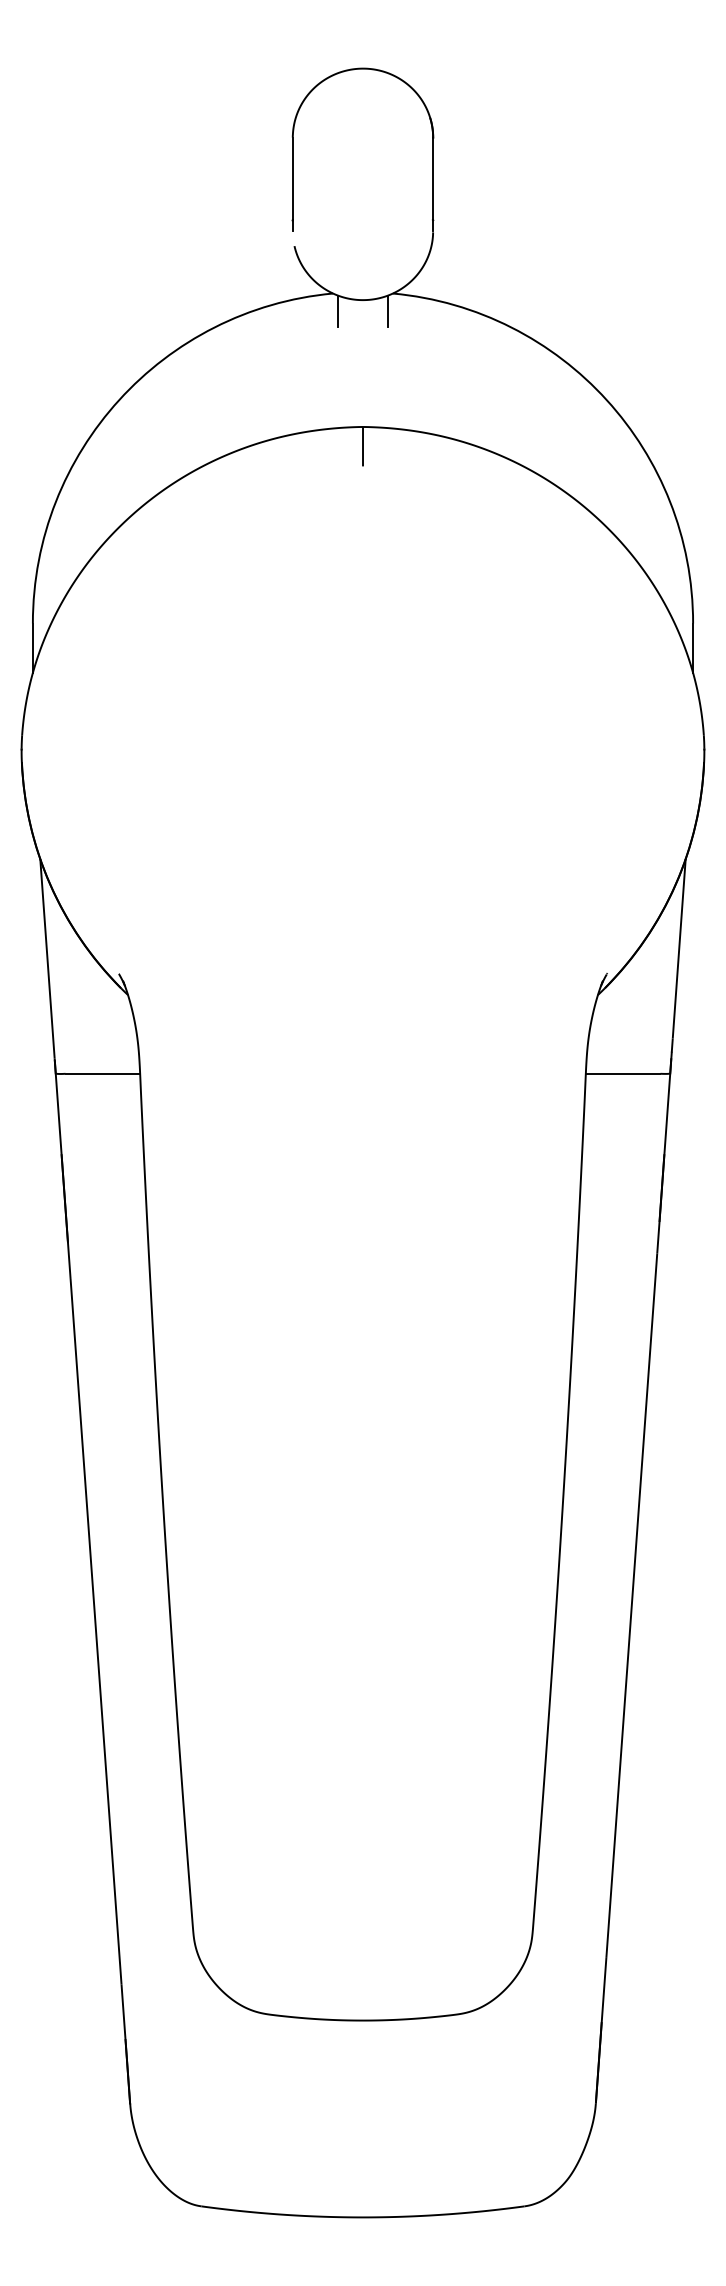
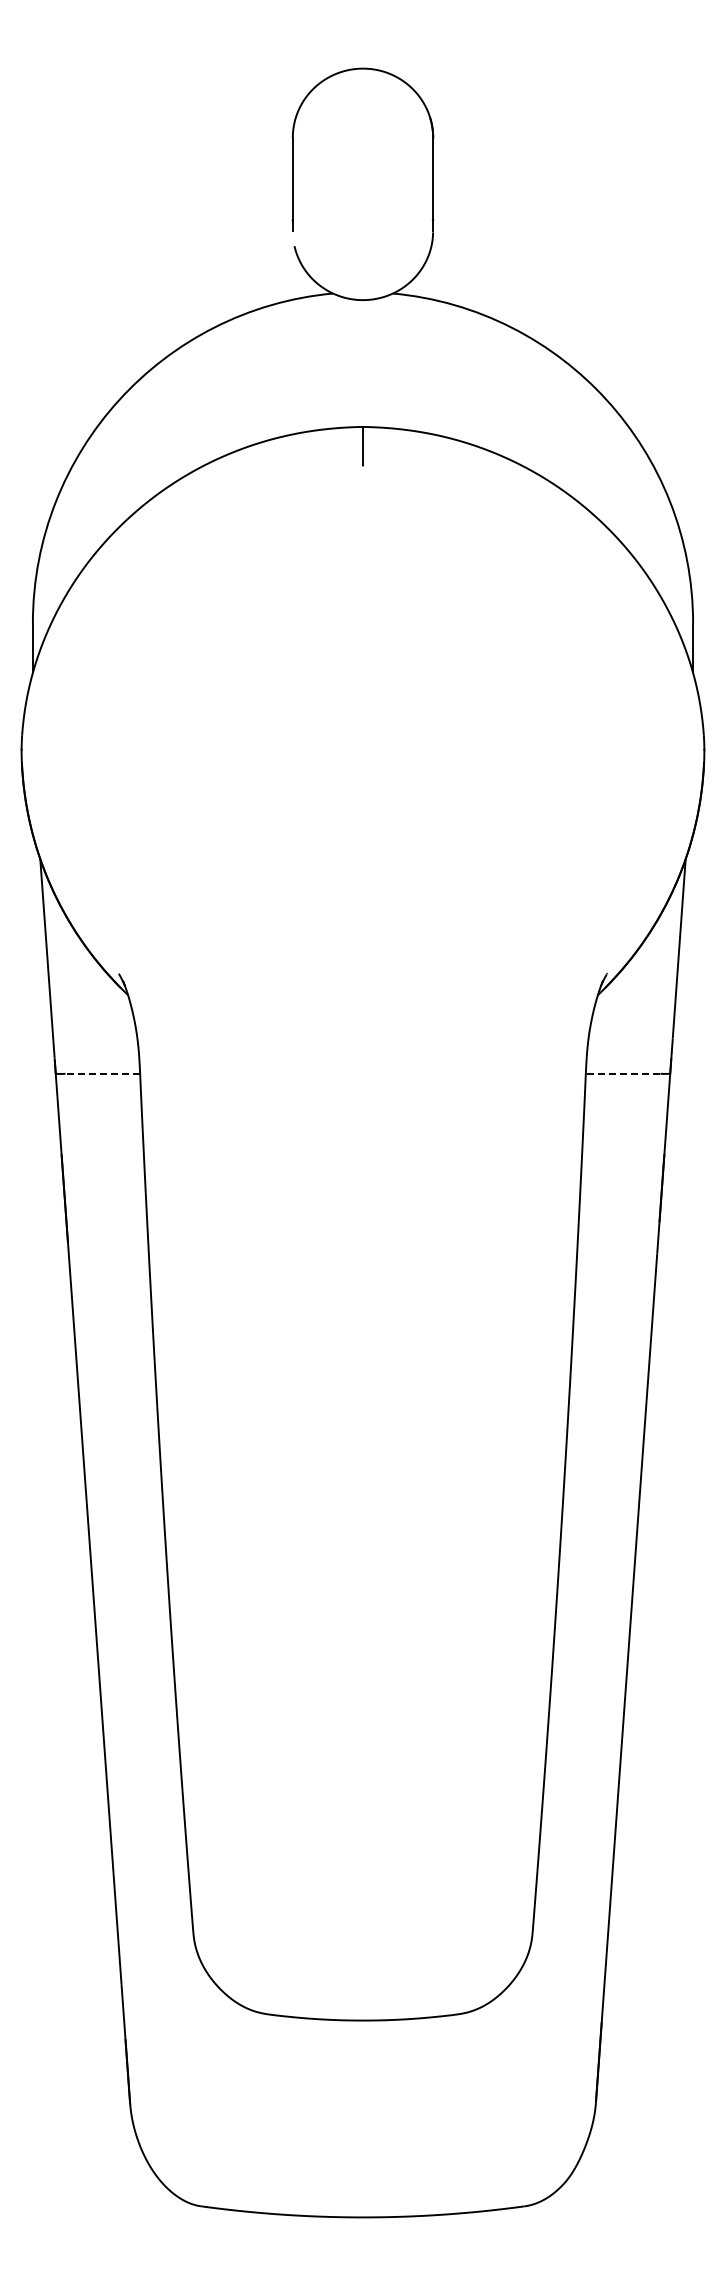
line at (338, 311): present -> none
line at (387, 311): present -> none
line at (102, 1073): solid -> dashed
line at (622, 1073): solid -> dashed
